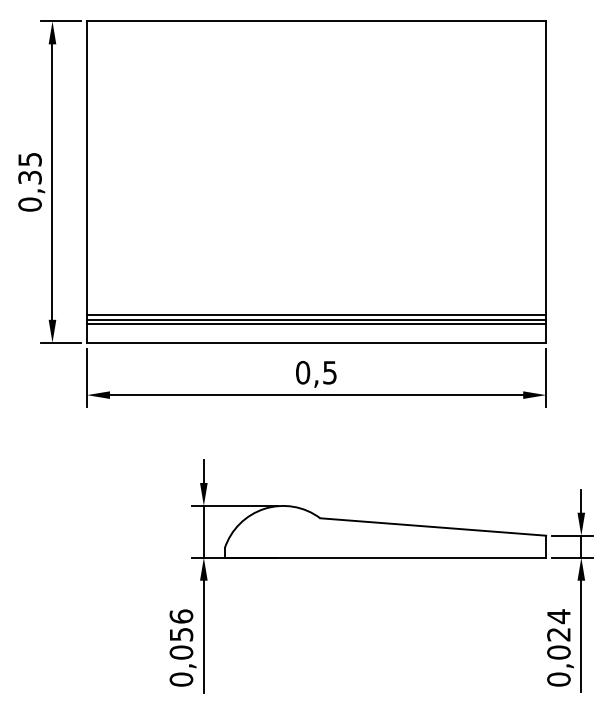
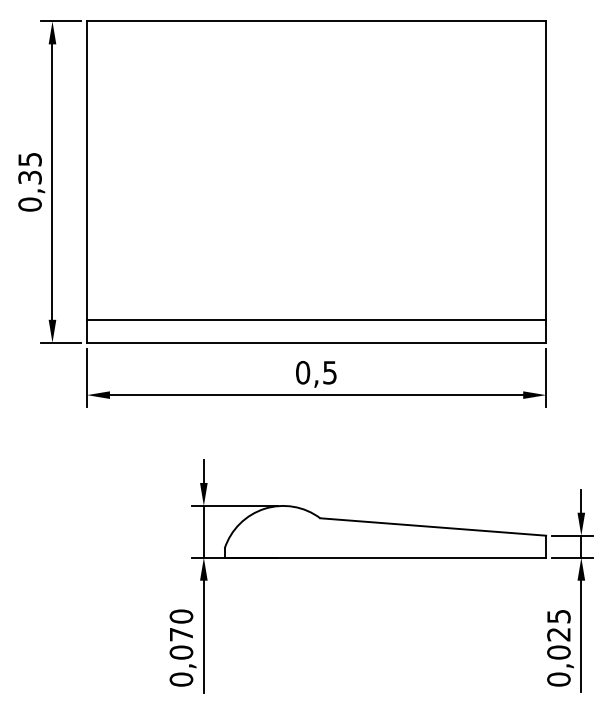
line at (316, 315): present -> none
line at (316, 324): present -> none
text at (558, 616): 0,024 -> 0,025
text at (181, 625): 0,056 -> 0,070
